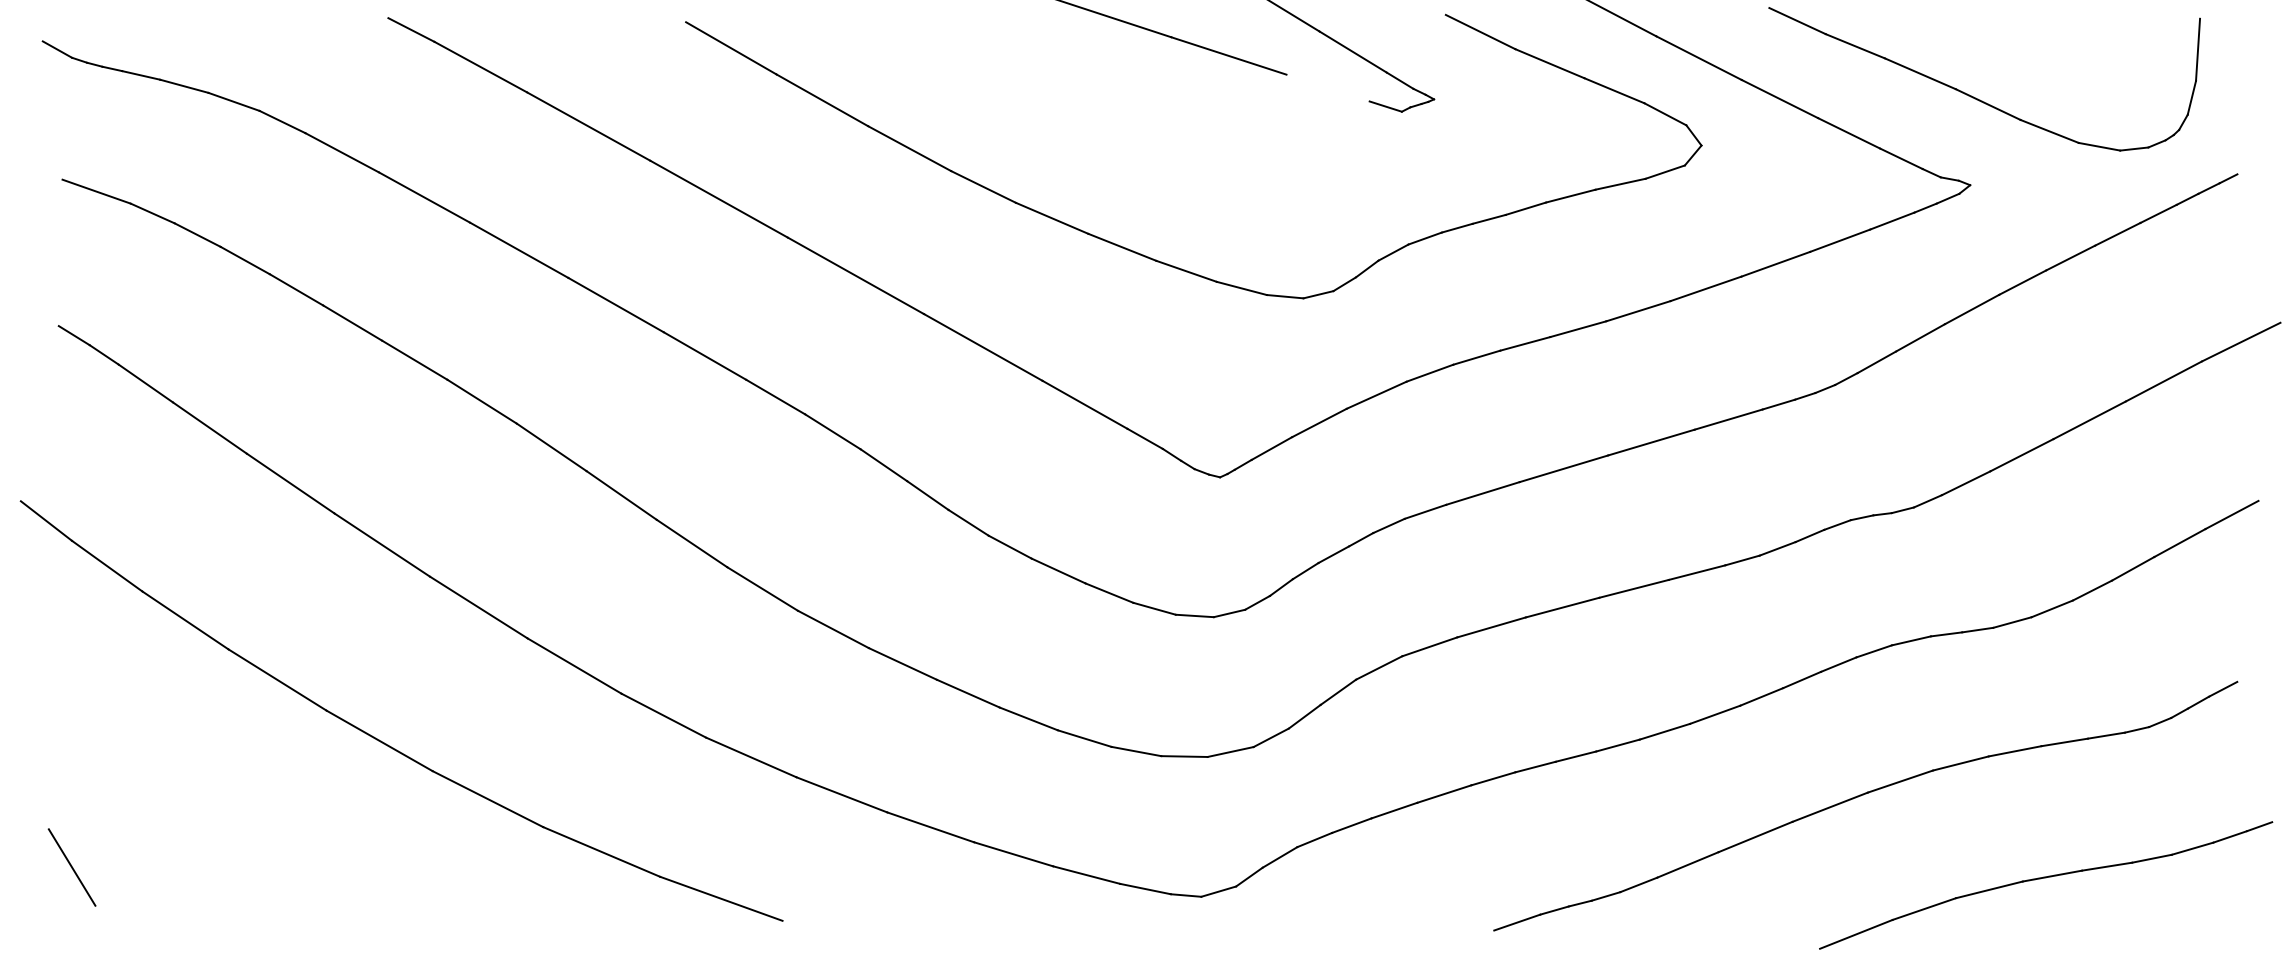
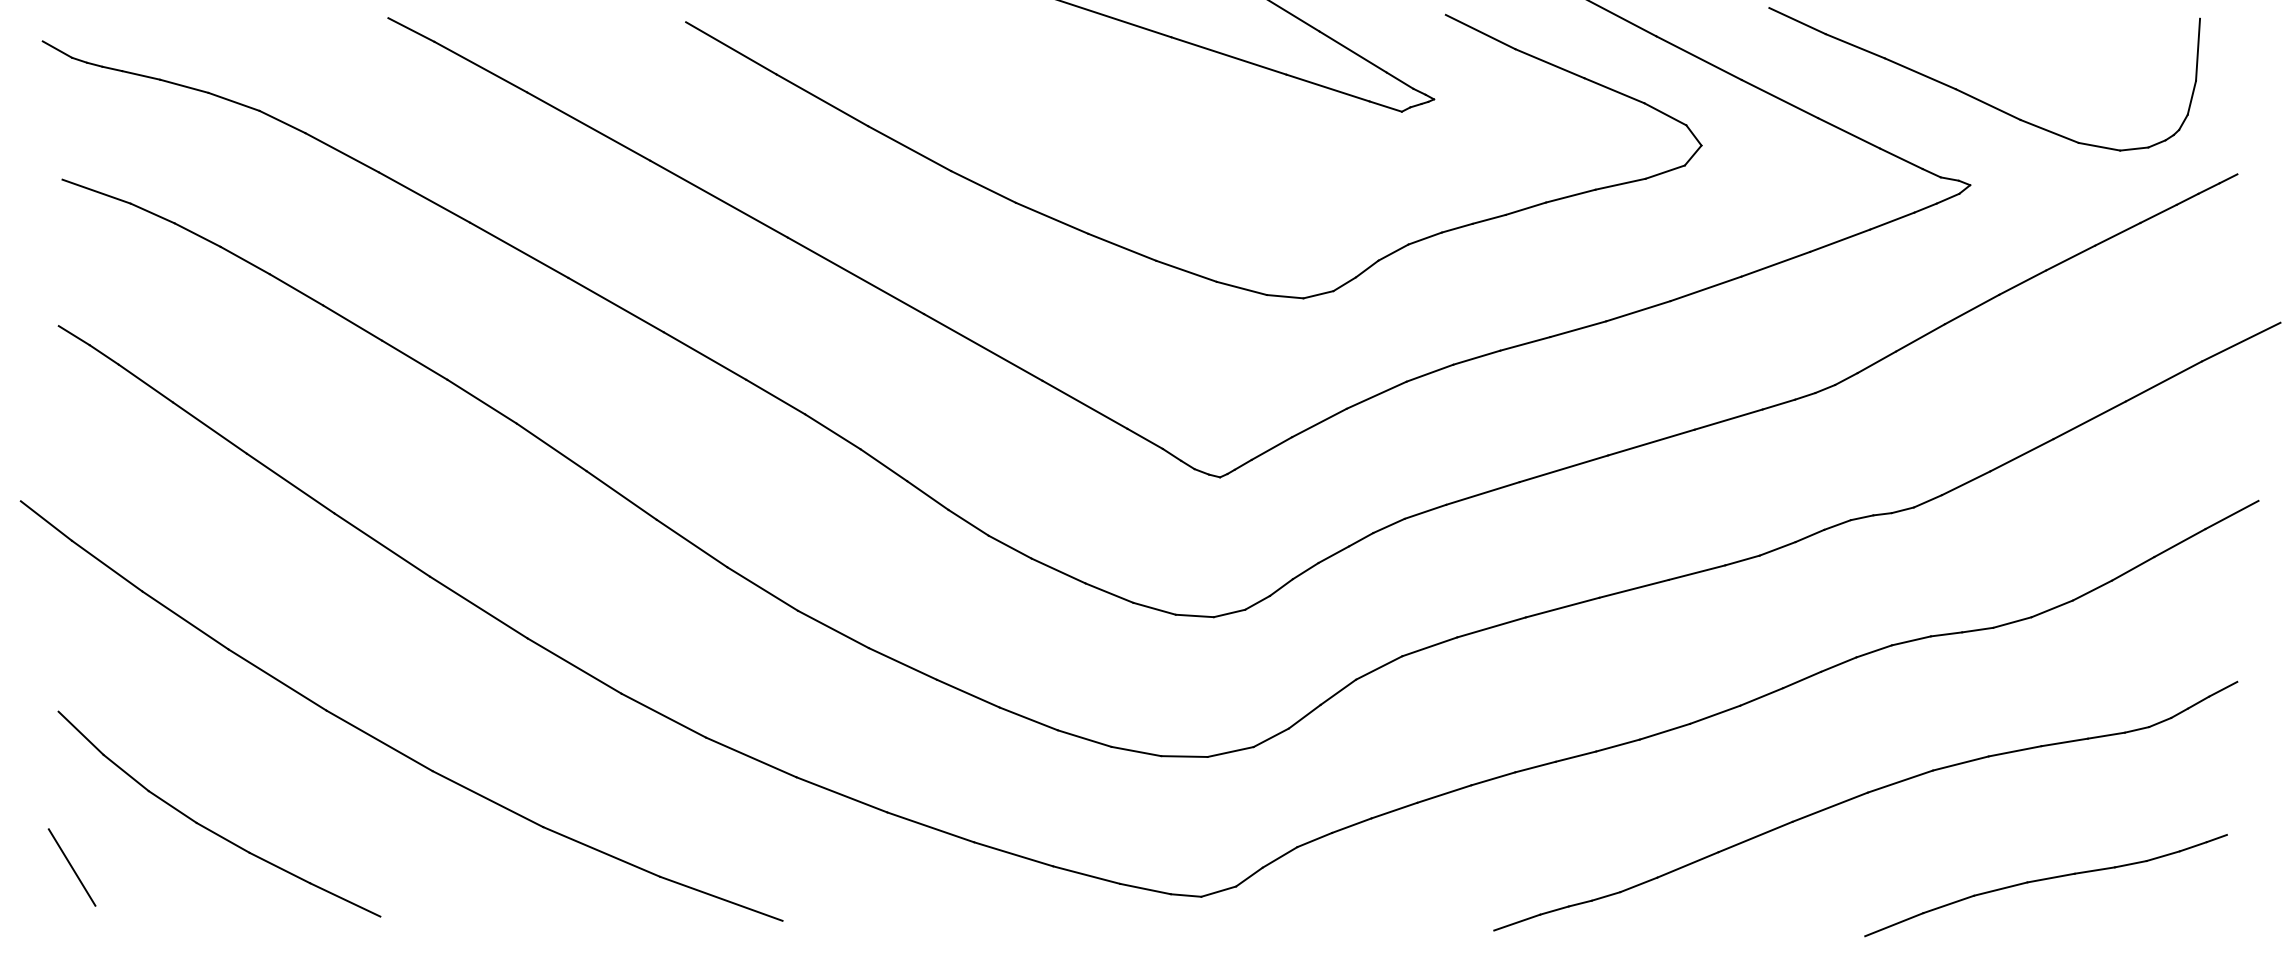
line at (1327, 87): none -> present
part at (210, 829): none -> present
part at (2046, 885) size: 455x129 px -> 364x104 px
